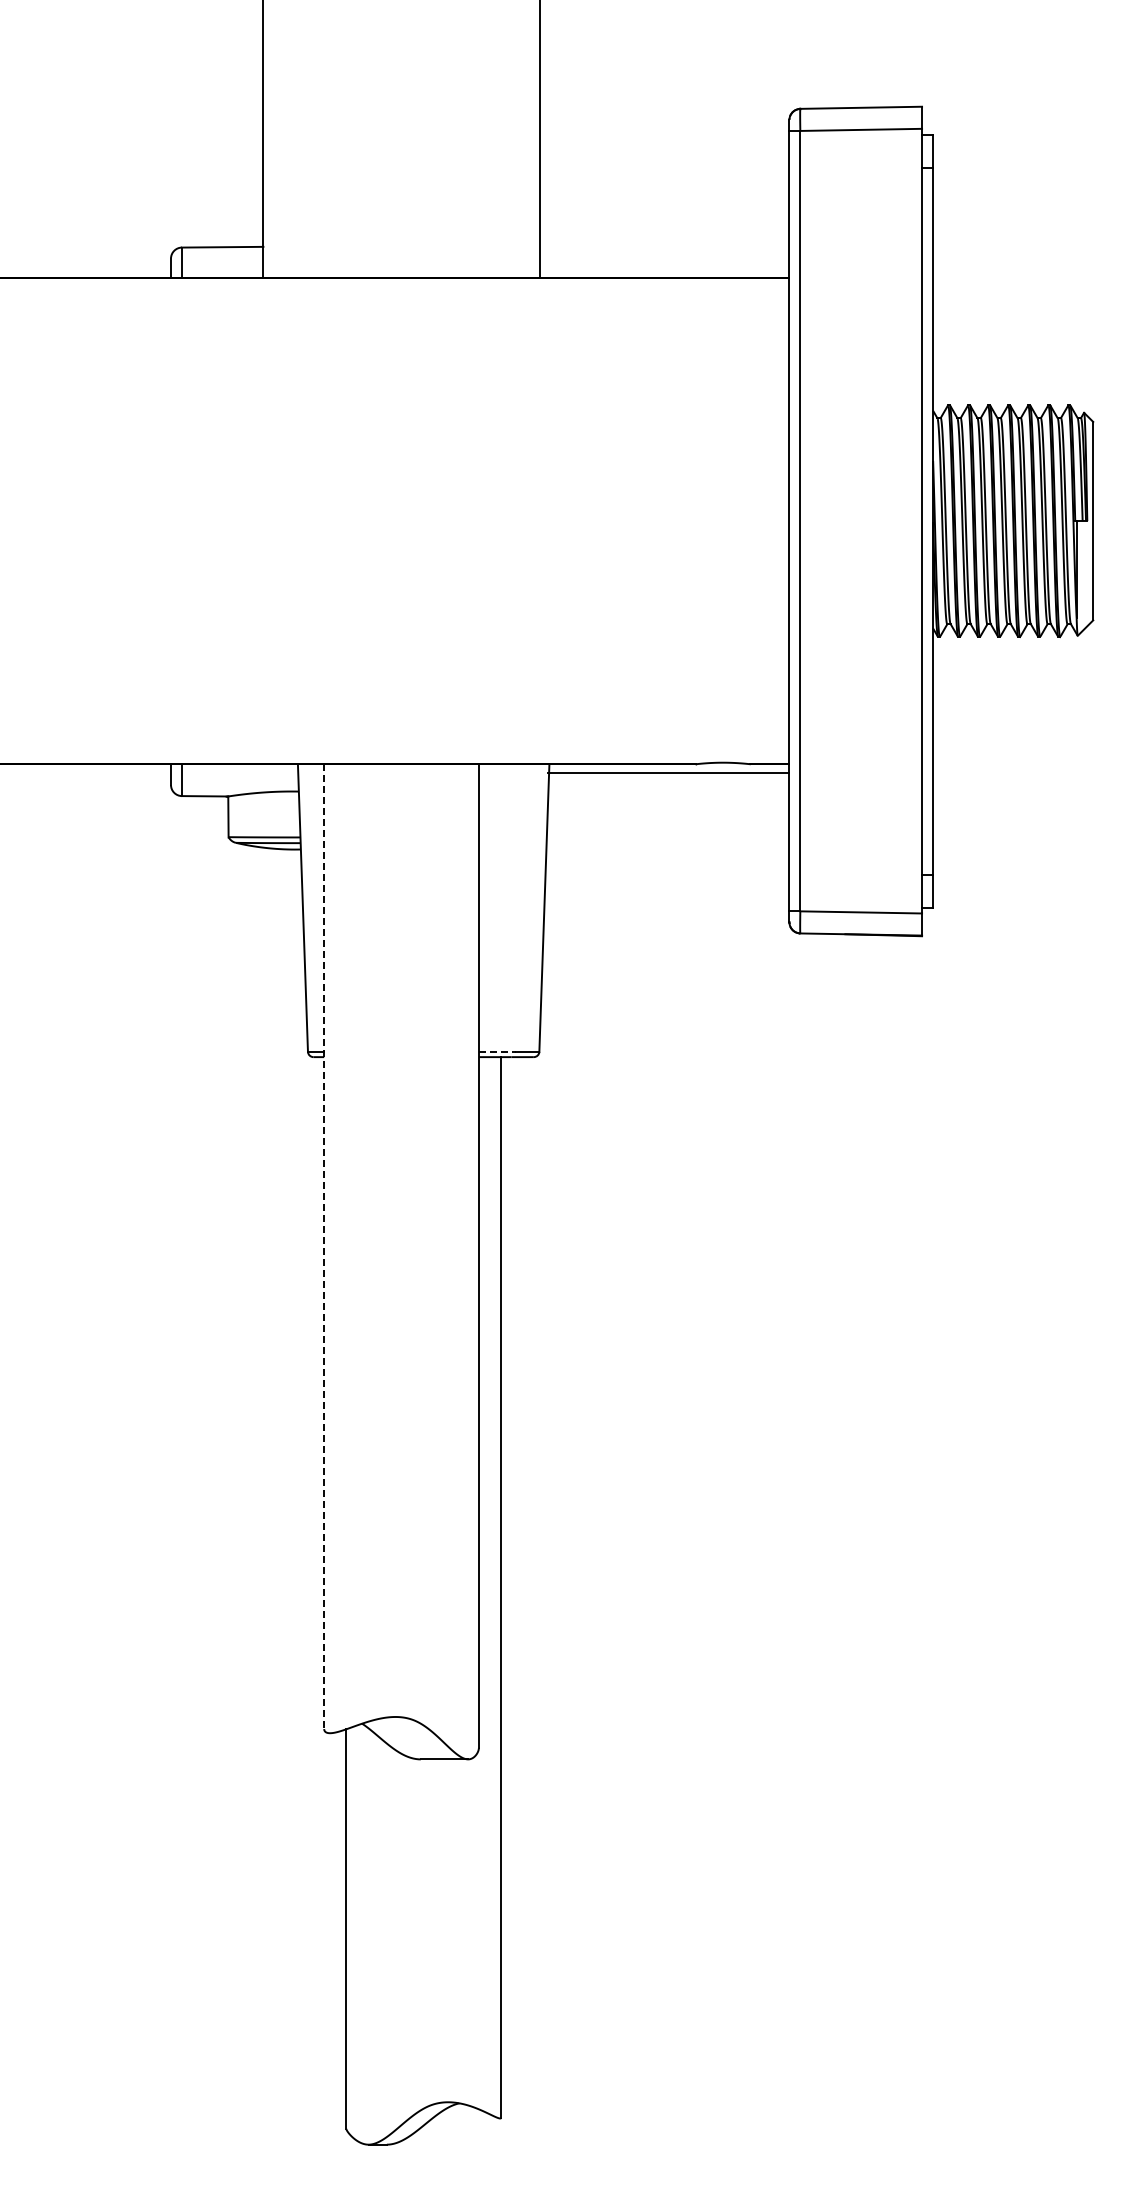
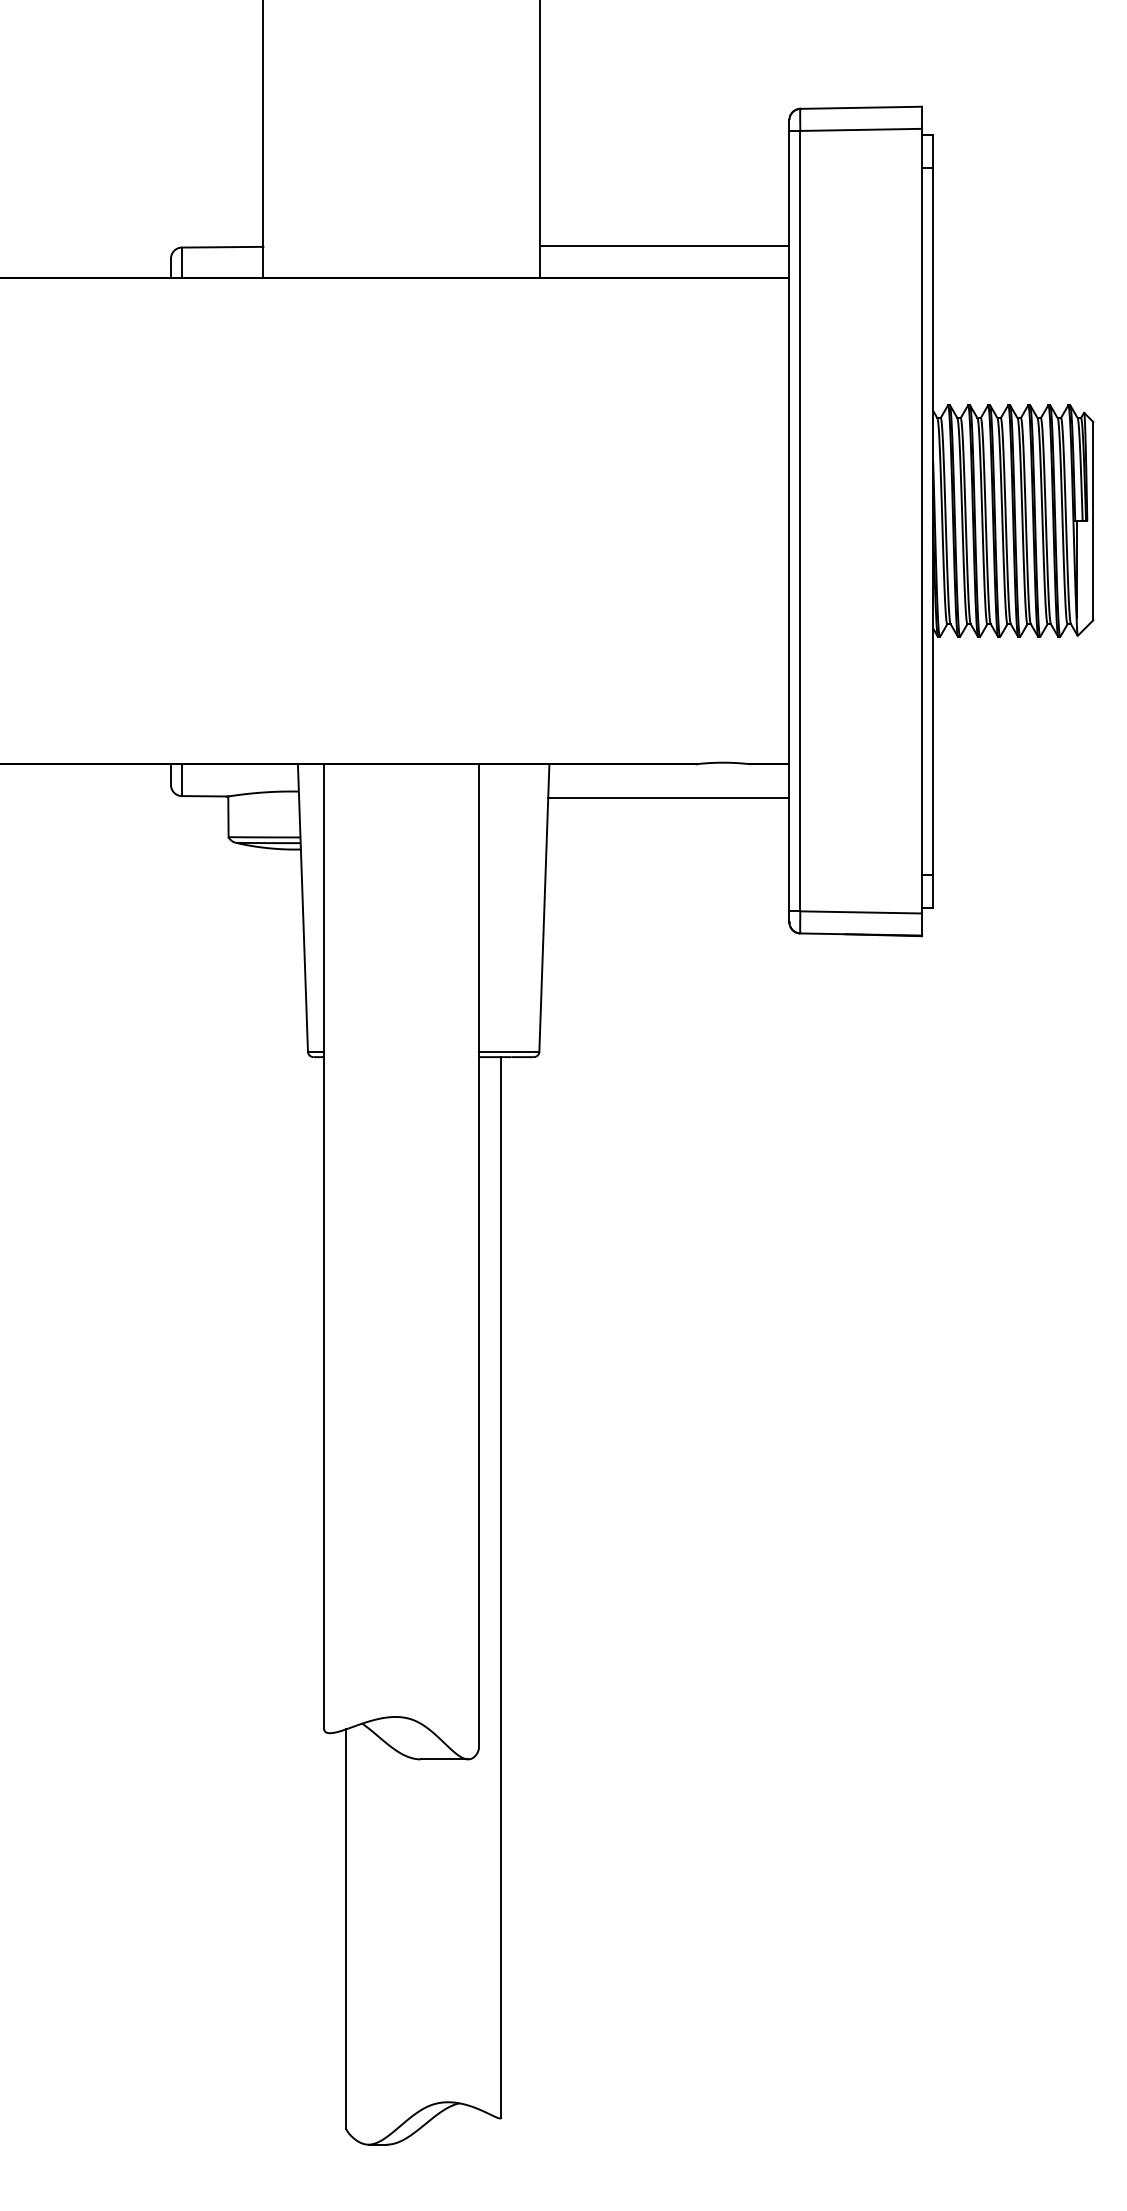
line at (664, 245): none -> present
line at (668, 773) position: (668, 773) -> (668, 798)
line at (497, 1051): dashed -> solid
line at (324, 1247): dashed -> solid
